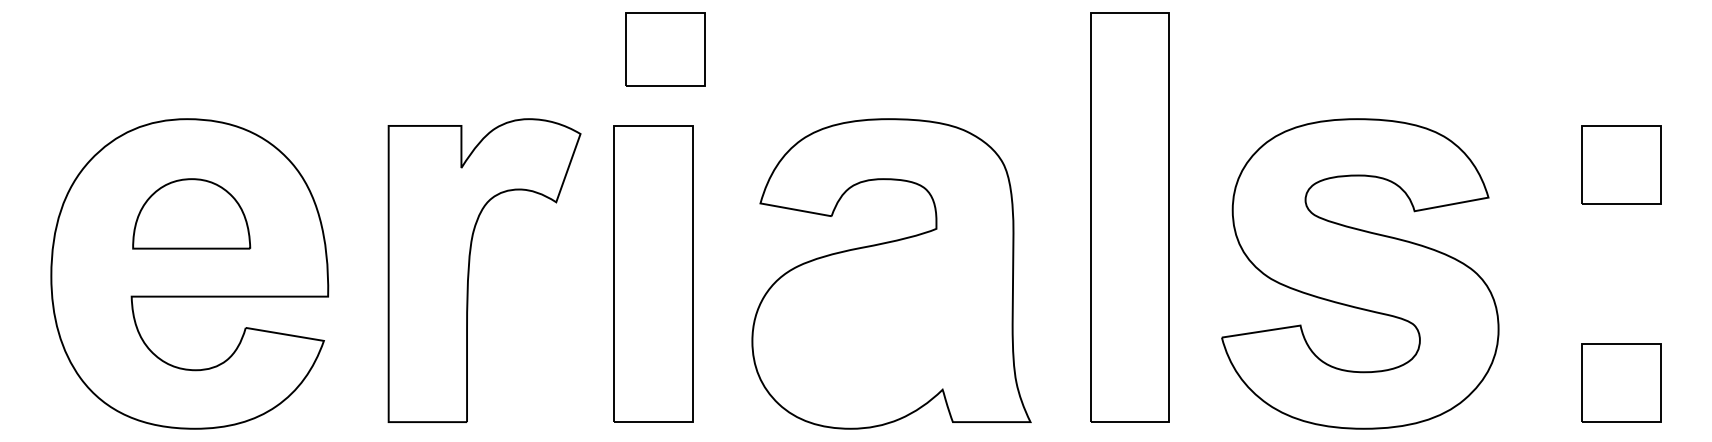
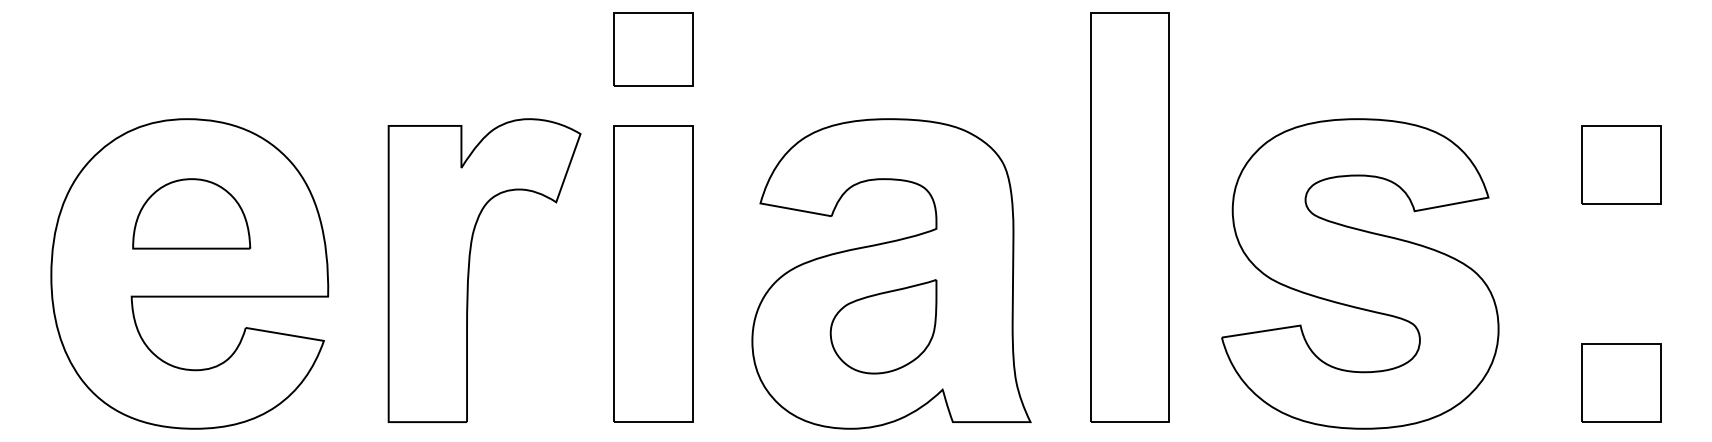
part at (665, 49) position: (665, 49) -> (653, 49)
part at (883, 326): none -> present
